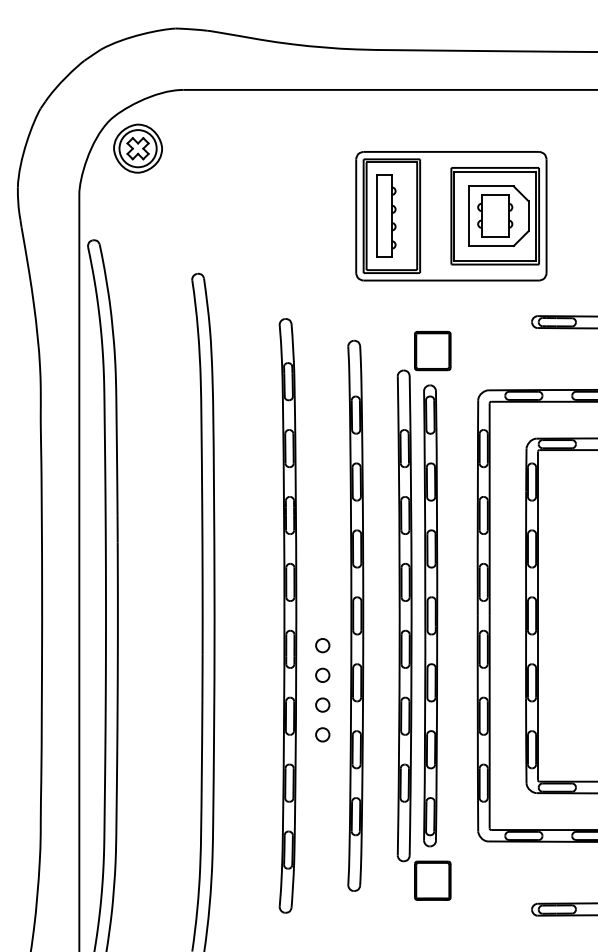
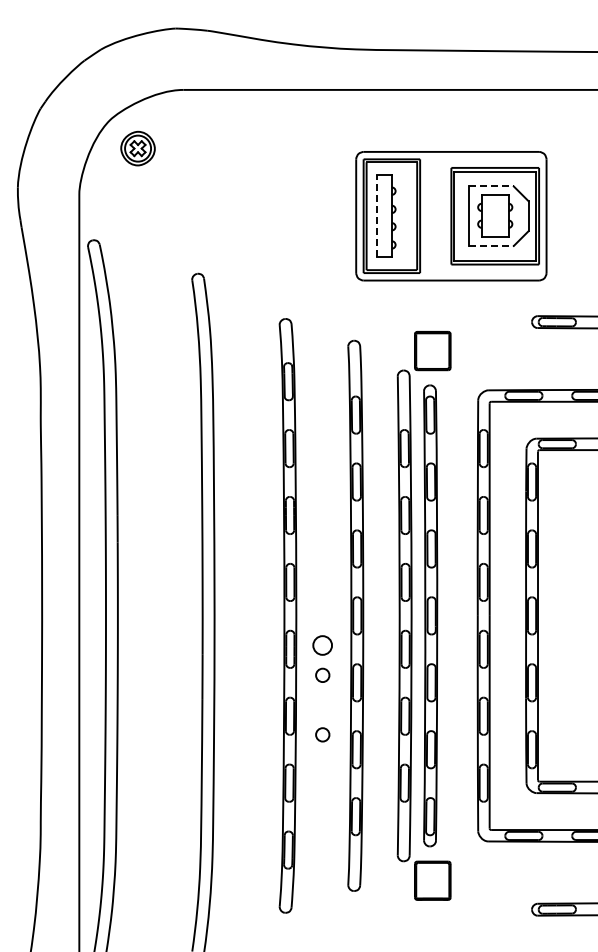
part at (137, 148) size: 50x51 px -> 36x37 px
line at (492, 186): solid -> dashed
line at (377, 216): solid -> dashed
line at (492, 245): solid -> dashed
circle at (322, 645) size: 16x16 px -> 21x21 px
circle at (322, 704): present -> none
